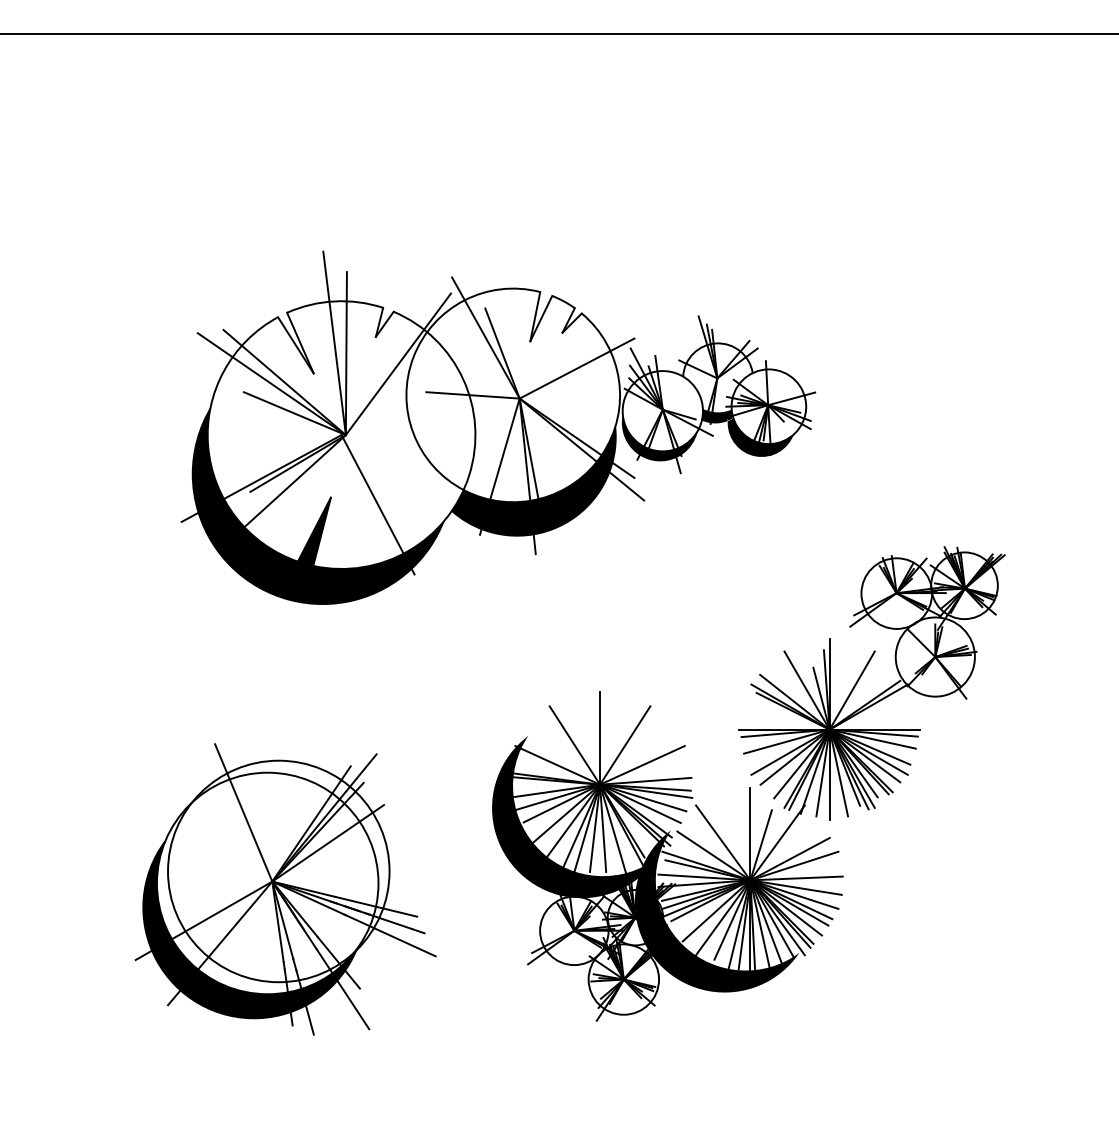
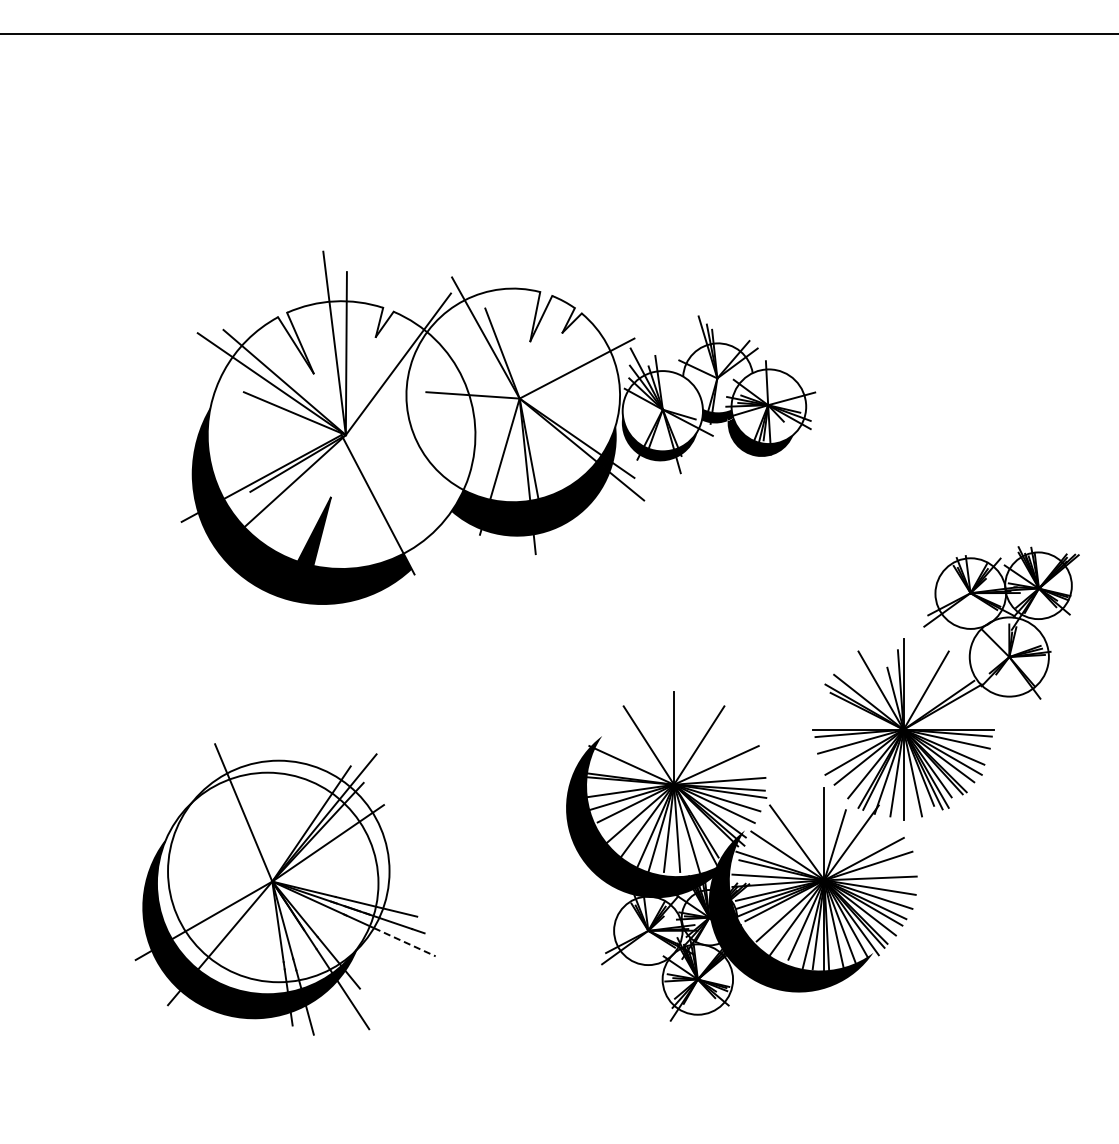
fill at (424, 544): present -> none
part at (748, 783) position: (748, 783) -> (822, 783)
line at (404, 942): solid -> dashed
